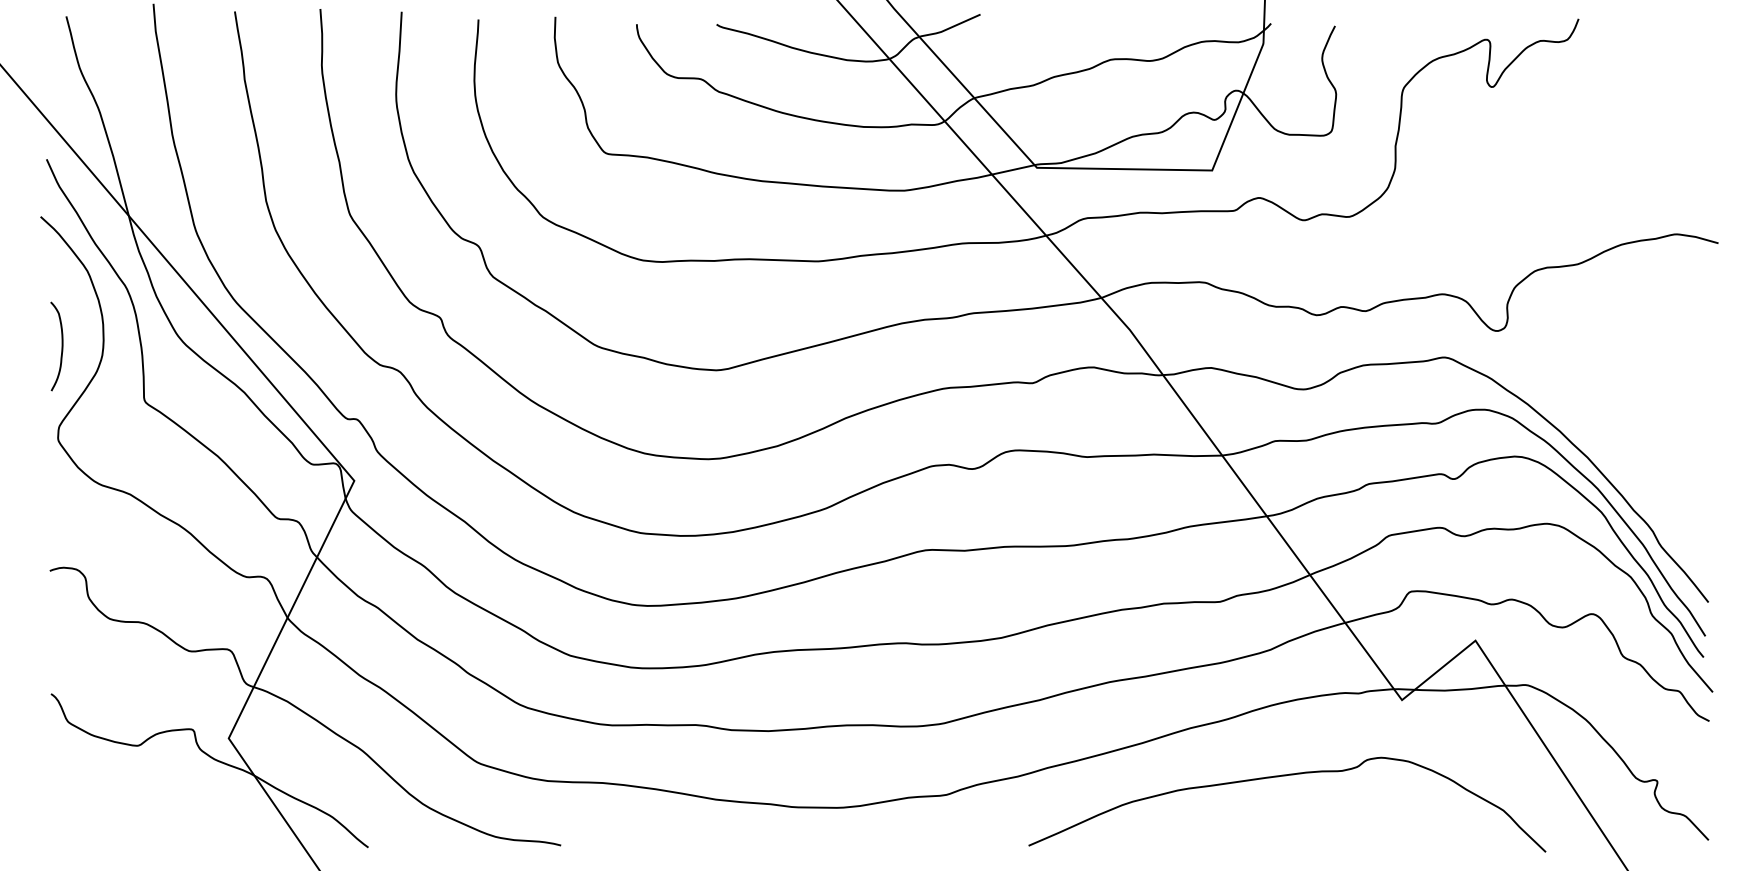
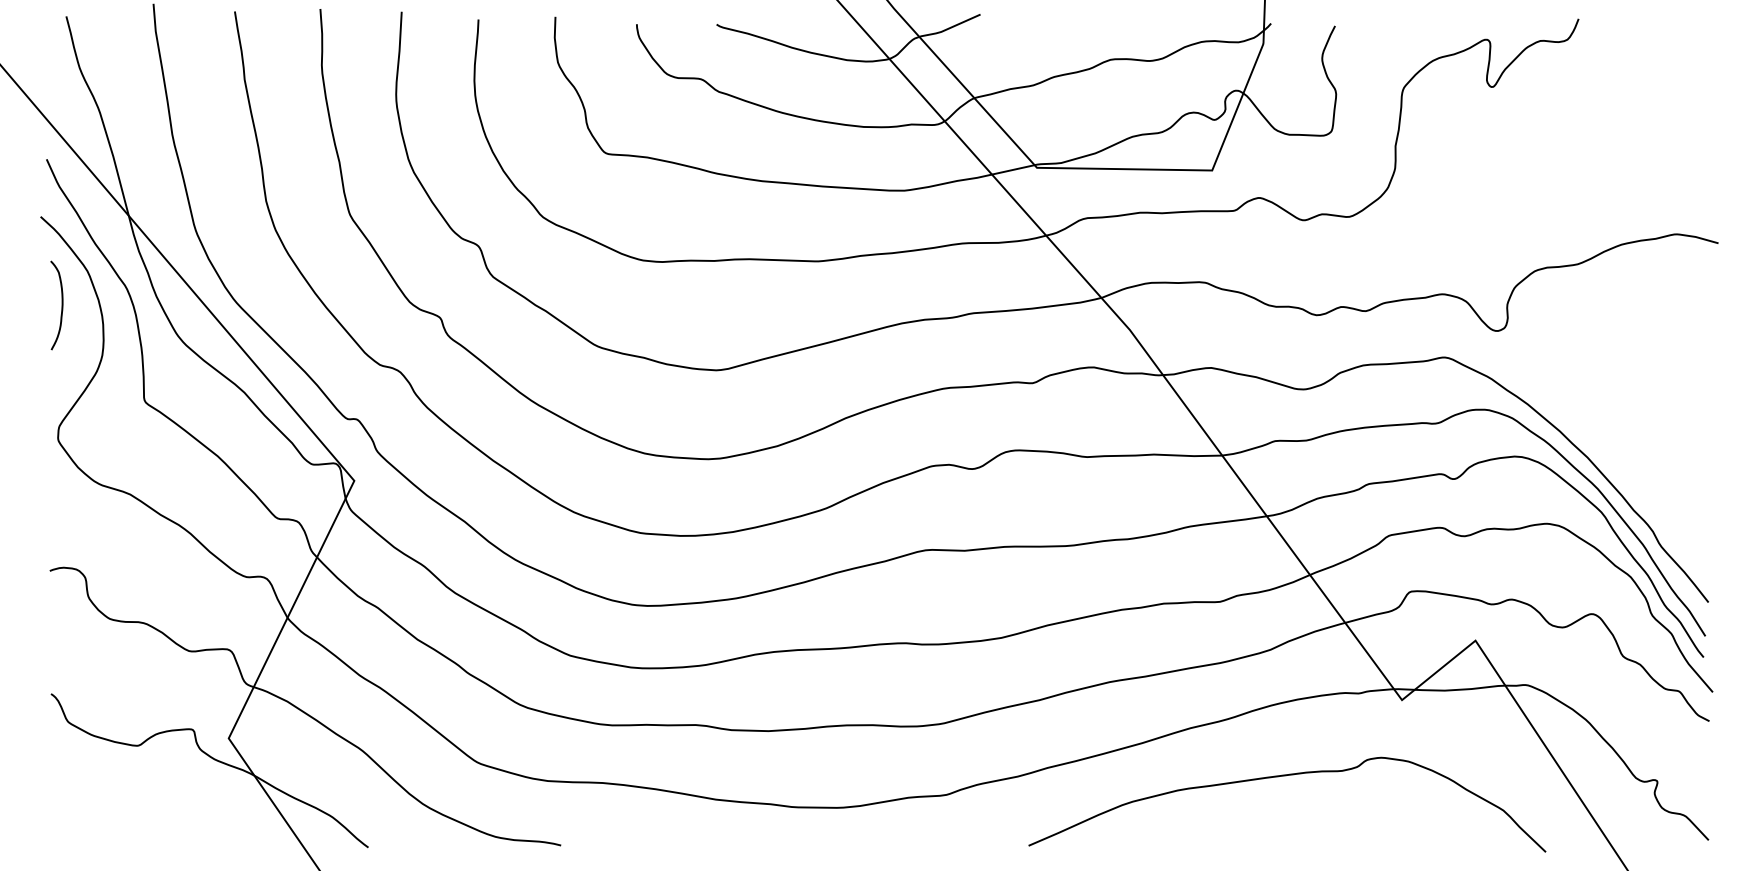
curve at (61, 346) position: (61, 346) -> (61, 305)
